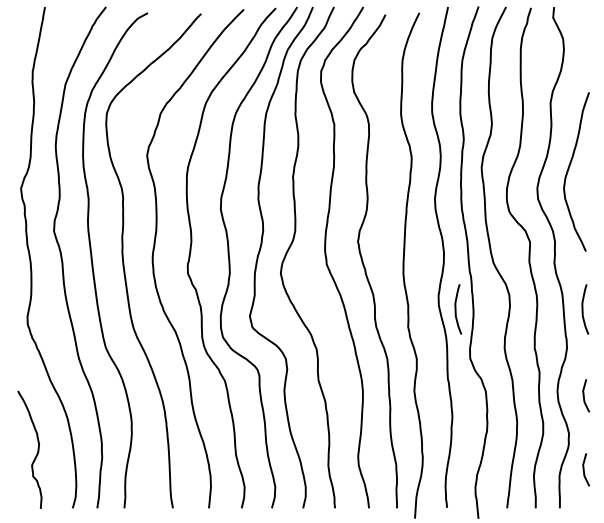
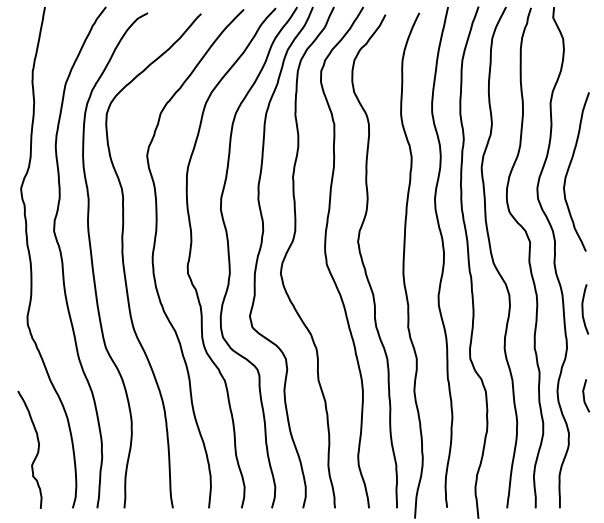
curve at (456, 309): present -> none
curve at (584, 469): present -> none
